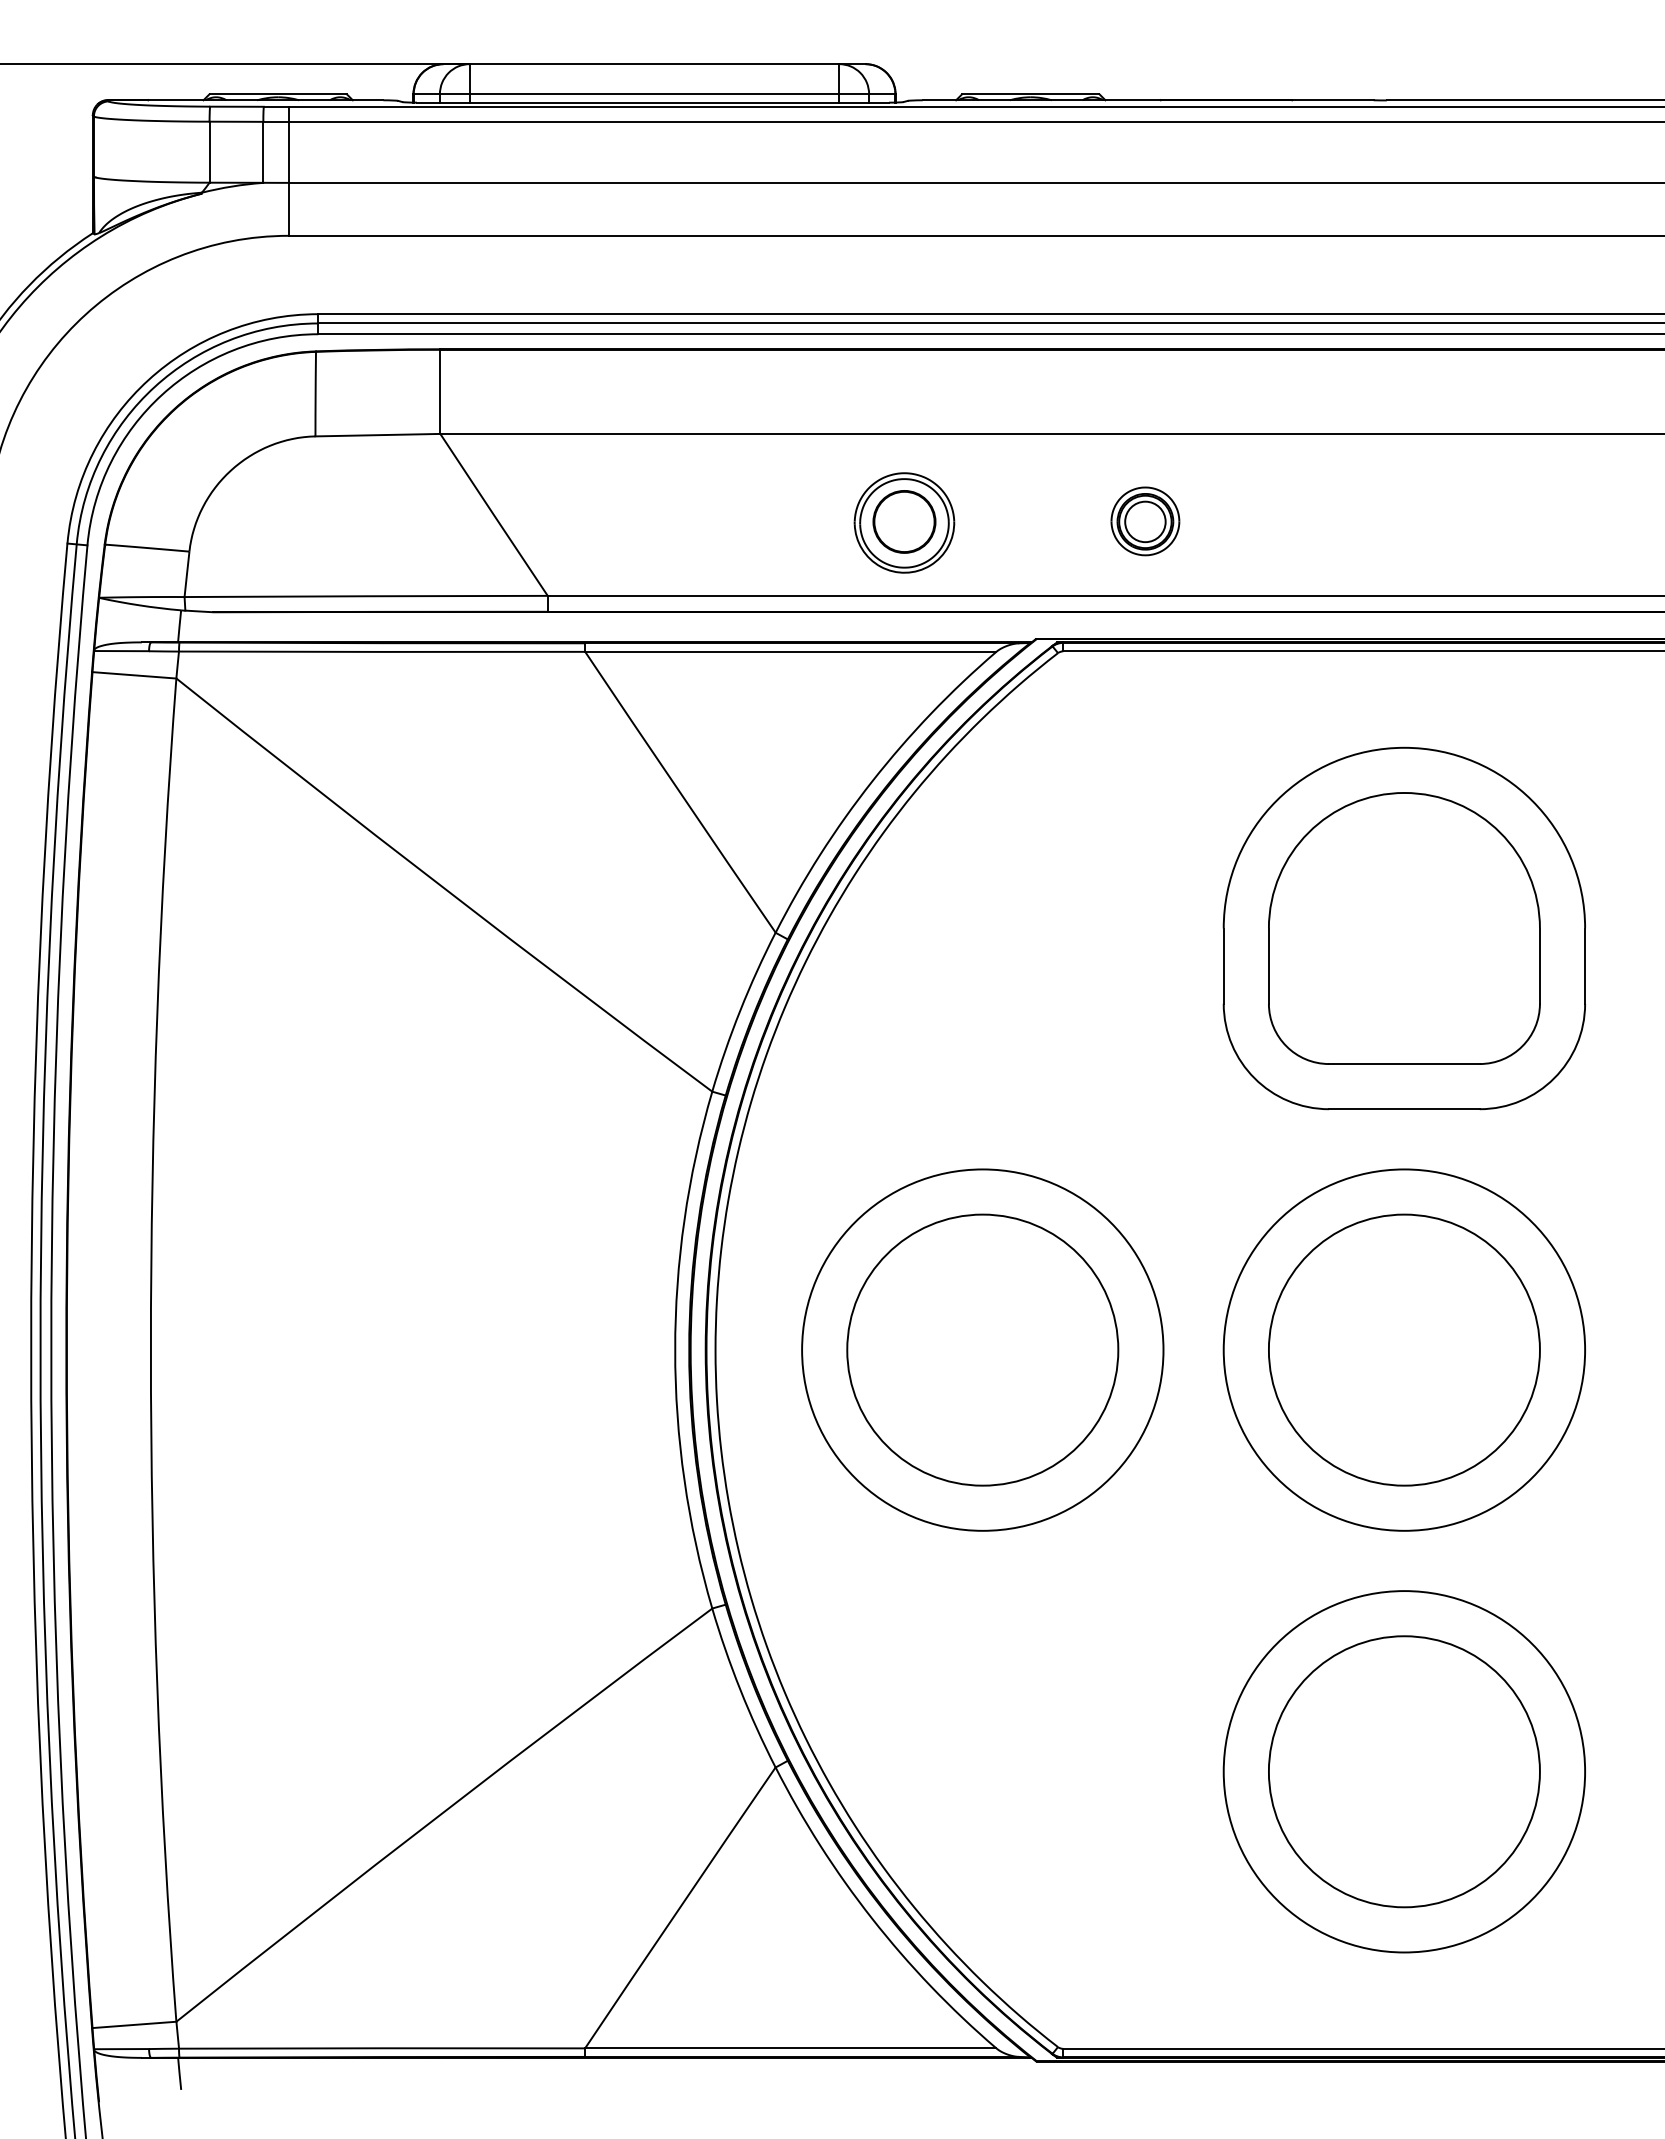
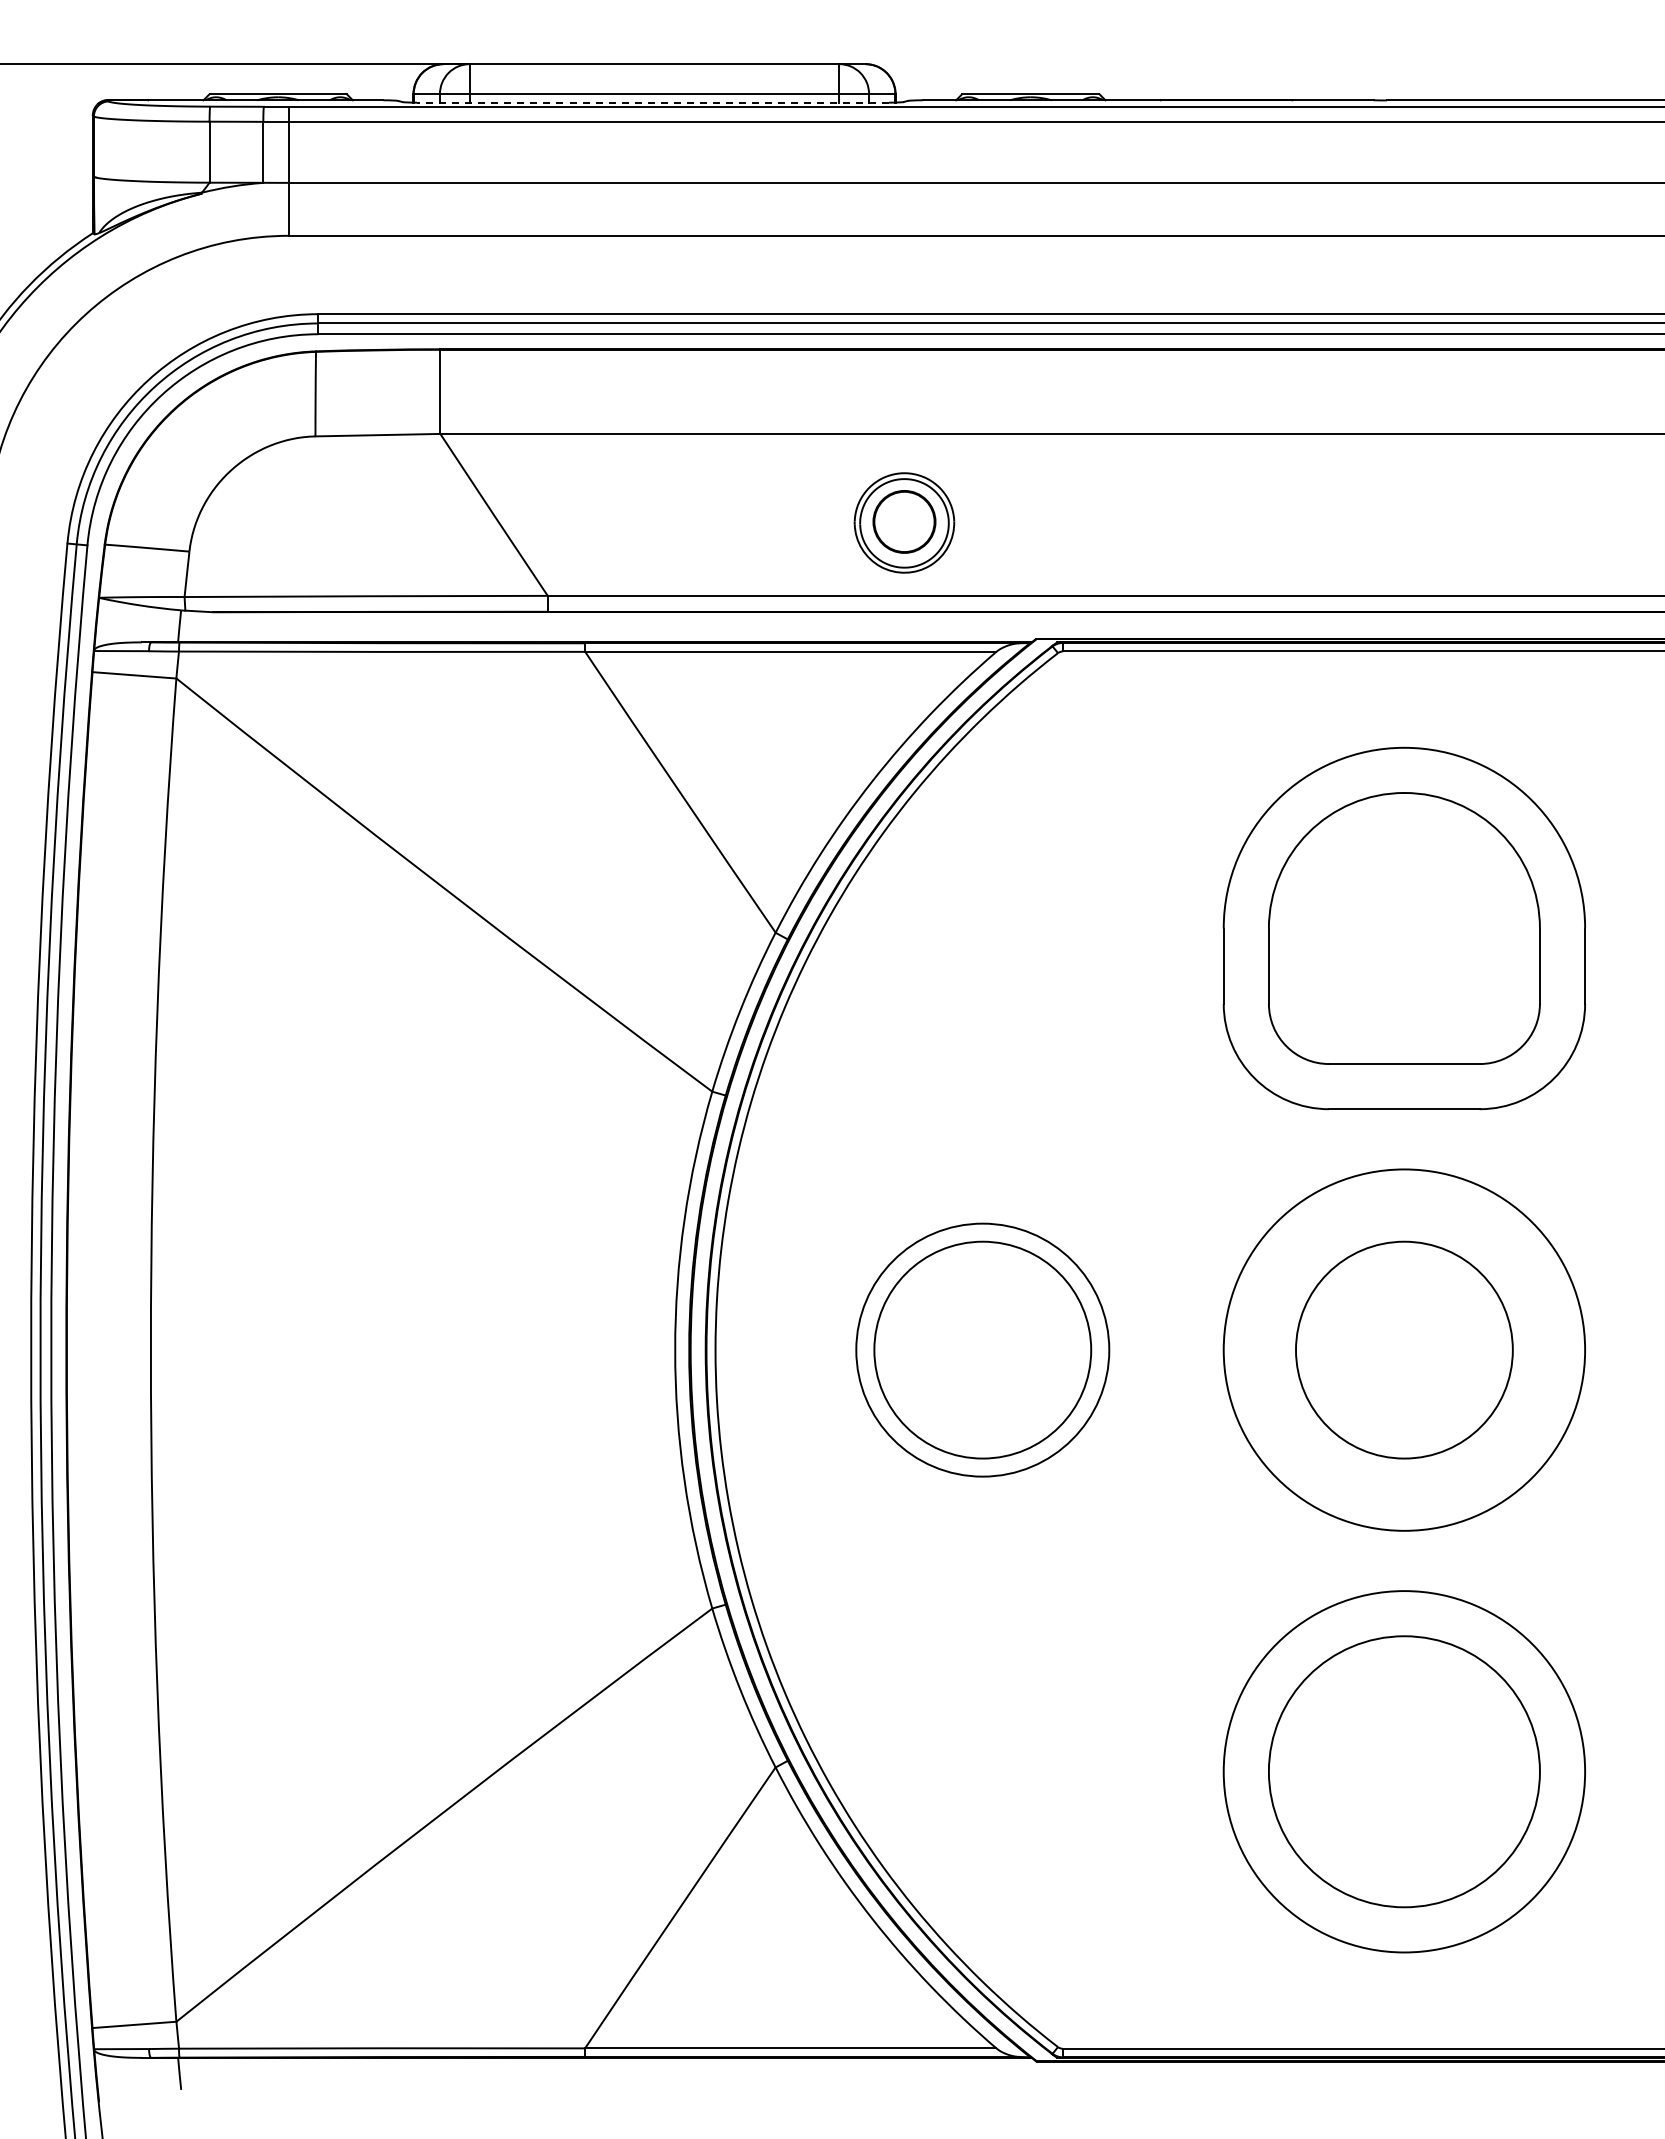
line at (652, 102): solid -> dashed
part at (1145, 521): present -> none
circle at (982, 1349) diameter: 271 px -> 217 px
circle at (982, 1349) diameter: 361 px -> 253 px
circle at (1403, 1349) diameter: 271 px -> 217 px
